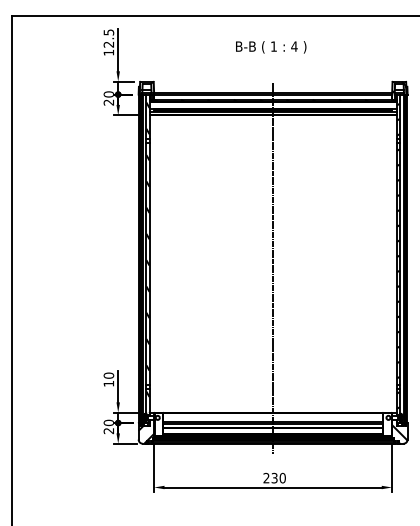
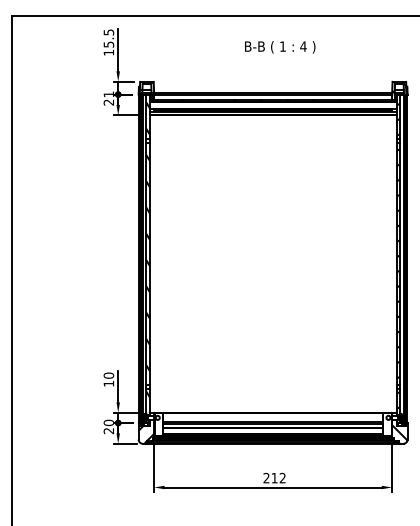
text at (108, 44): 12.5 -> 15.5
text at (271, 47) position: (271, 47) -> (280, 47)
text at (108, 94): 20 -> 21
line at (273, 268): present -> none
text at (278, 477): 230 -> 212
